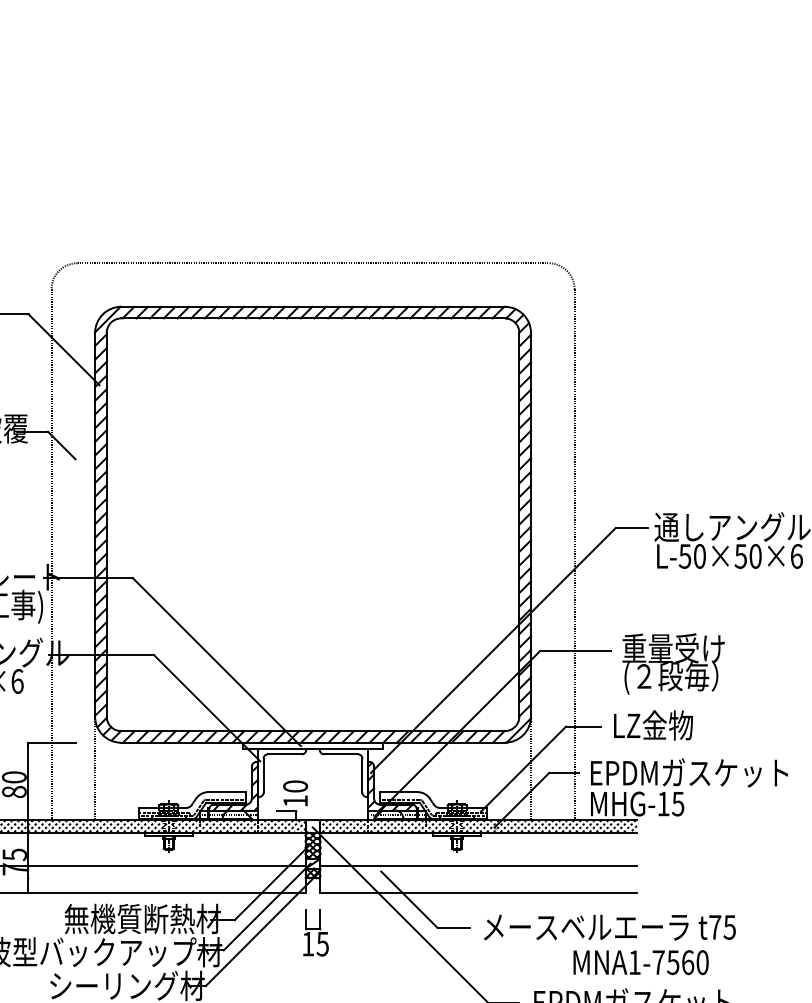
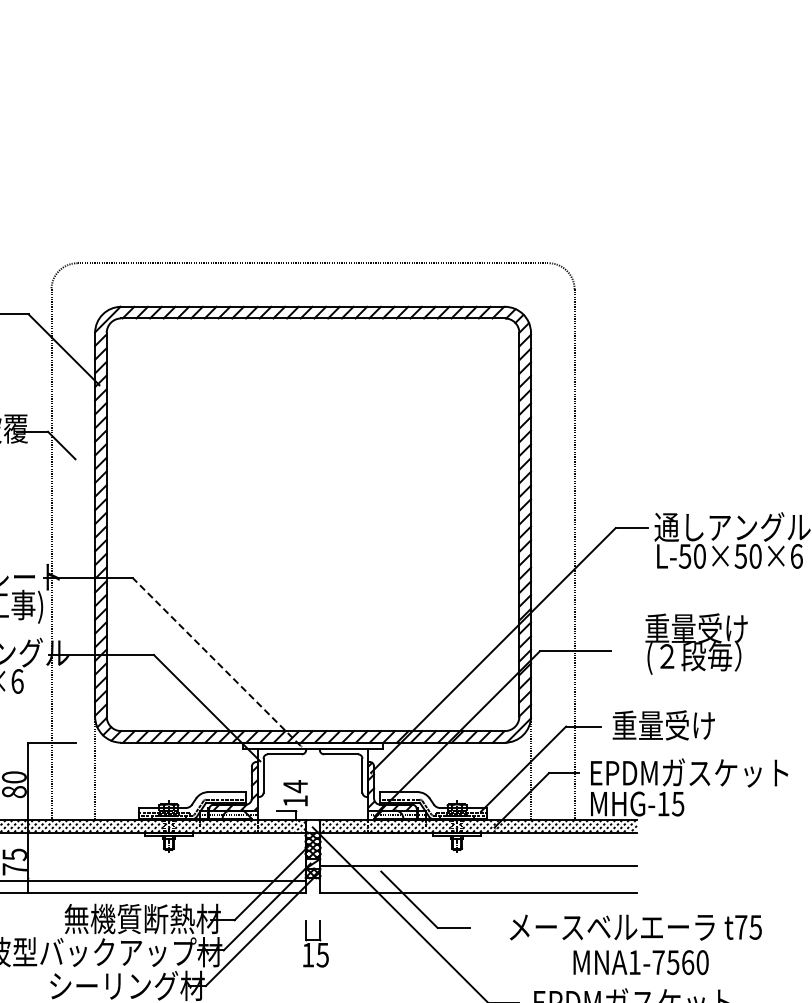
line at (216, 662): solid -> dashed
text at (673, 663) position: (673, 663) -> (696, 643)
text at (663, 725): LZ金物 -> 重量受け
text at (295, 786): 10 -> 14
line at (153, 865) position: (153, 865) -> (153, 880)
text at (609, 927) position: (609, 927) -> (635, 927)
part at (315, 932) position: (315, 932) -> (315, 943)
